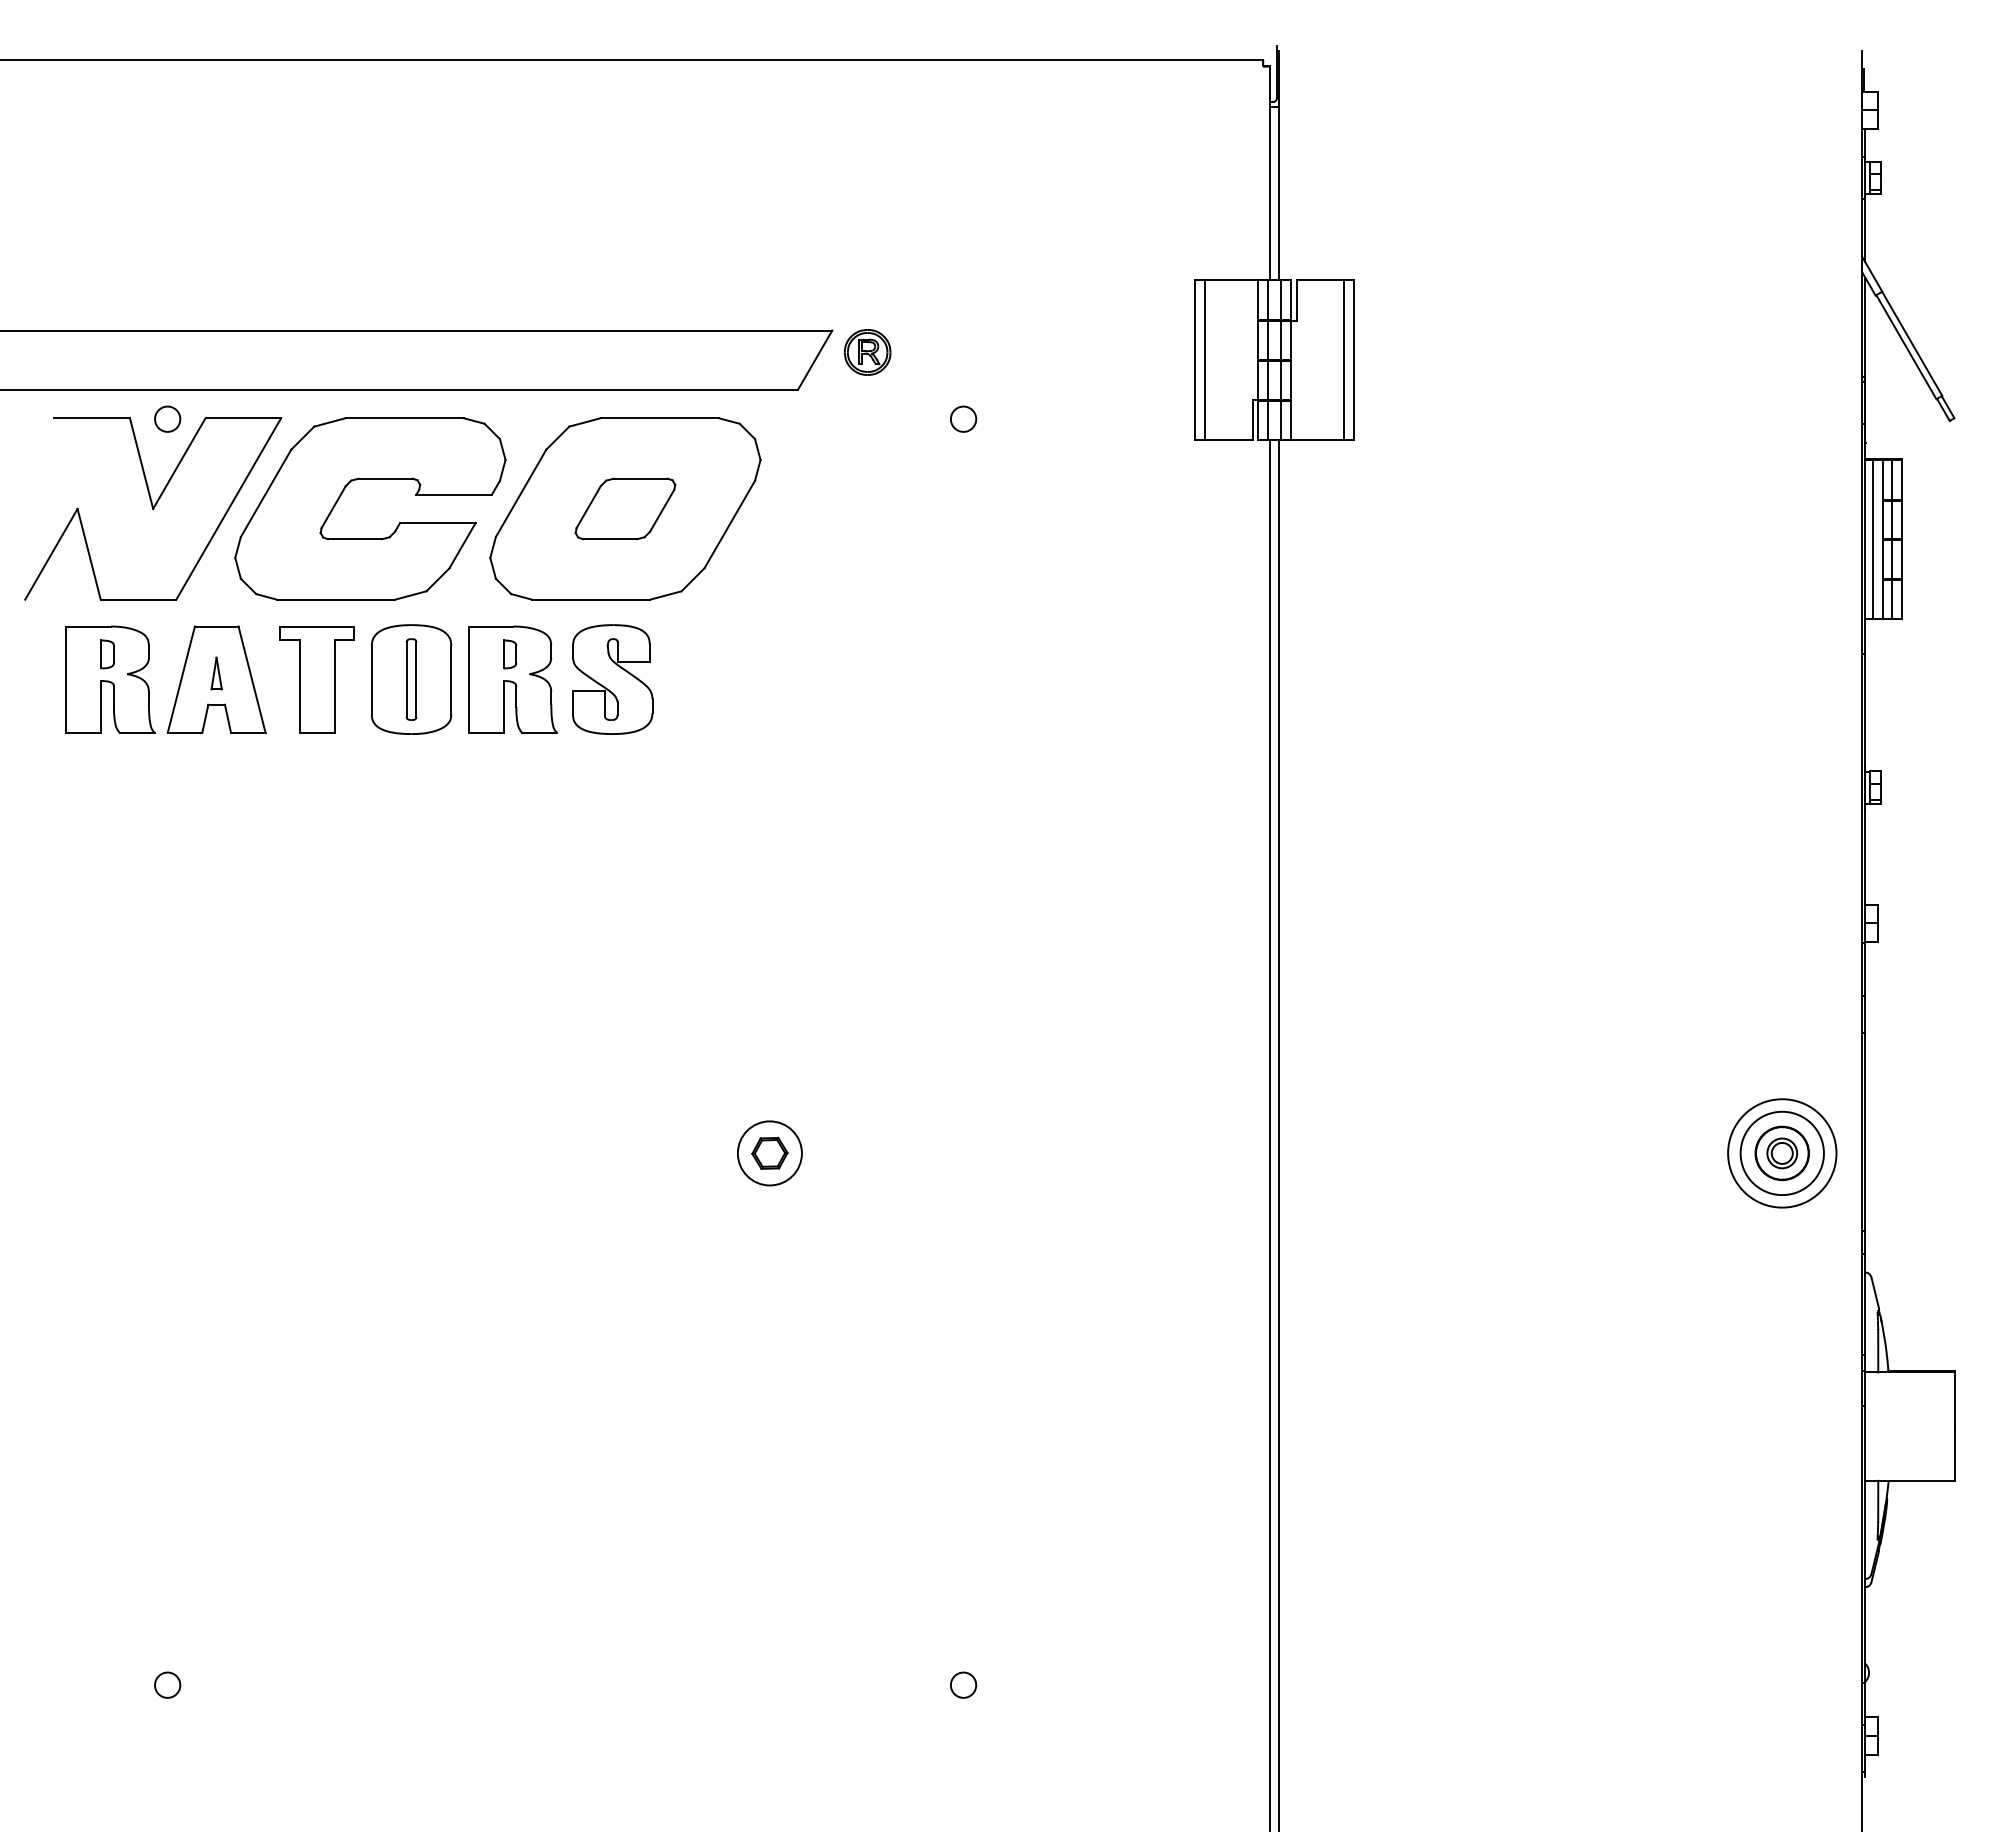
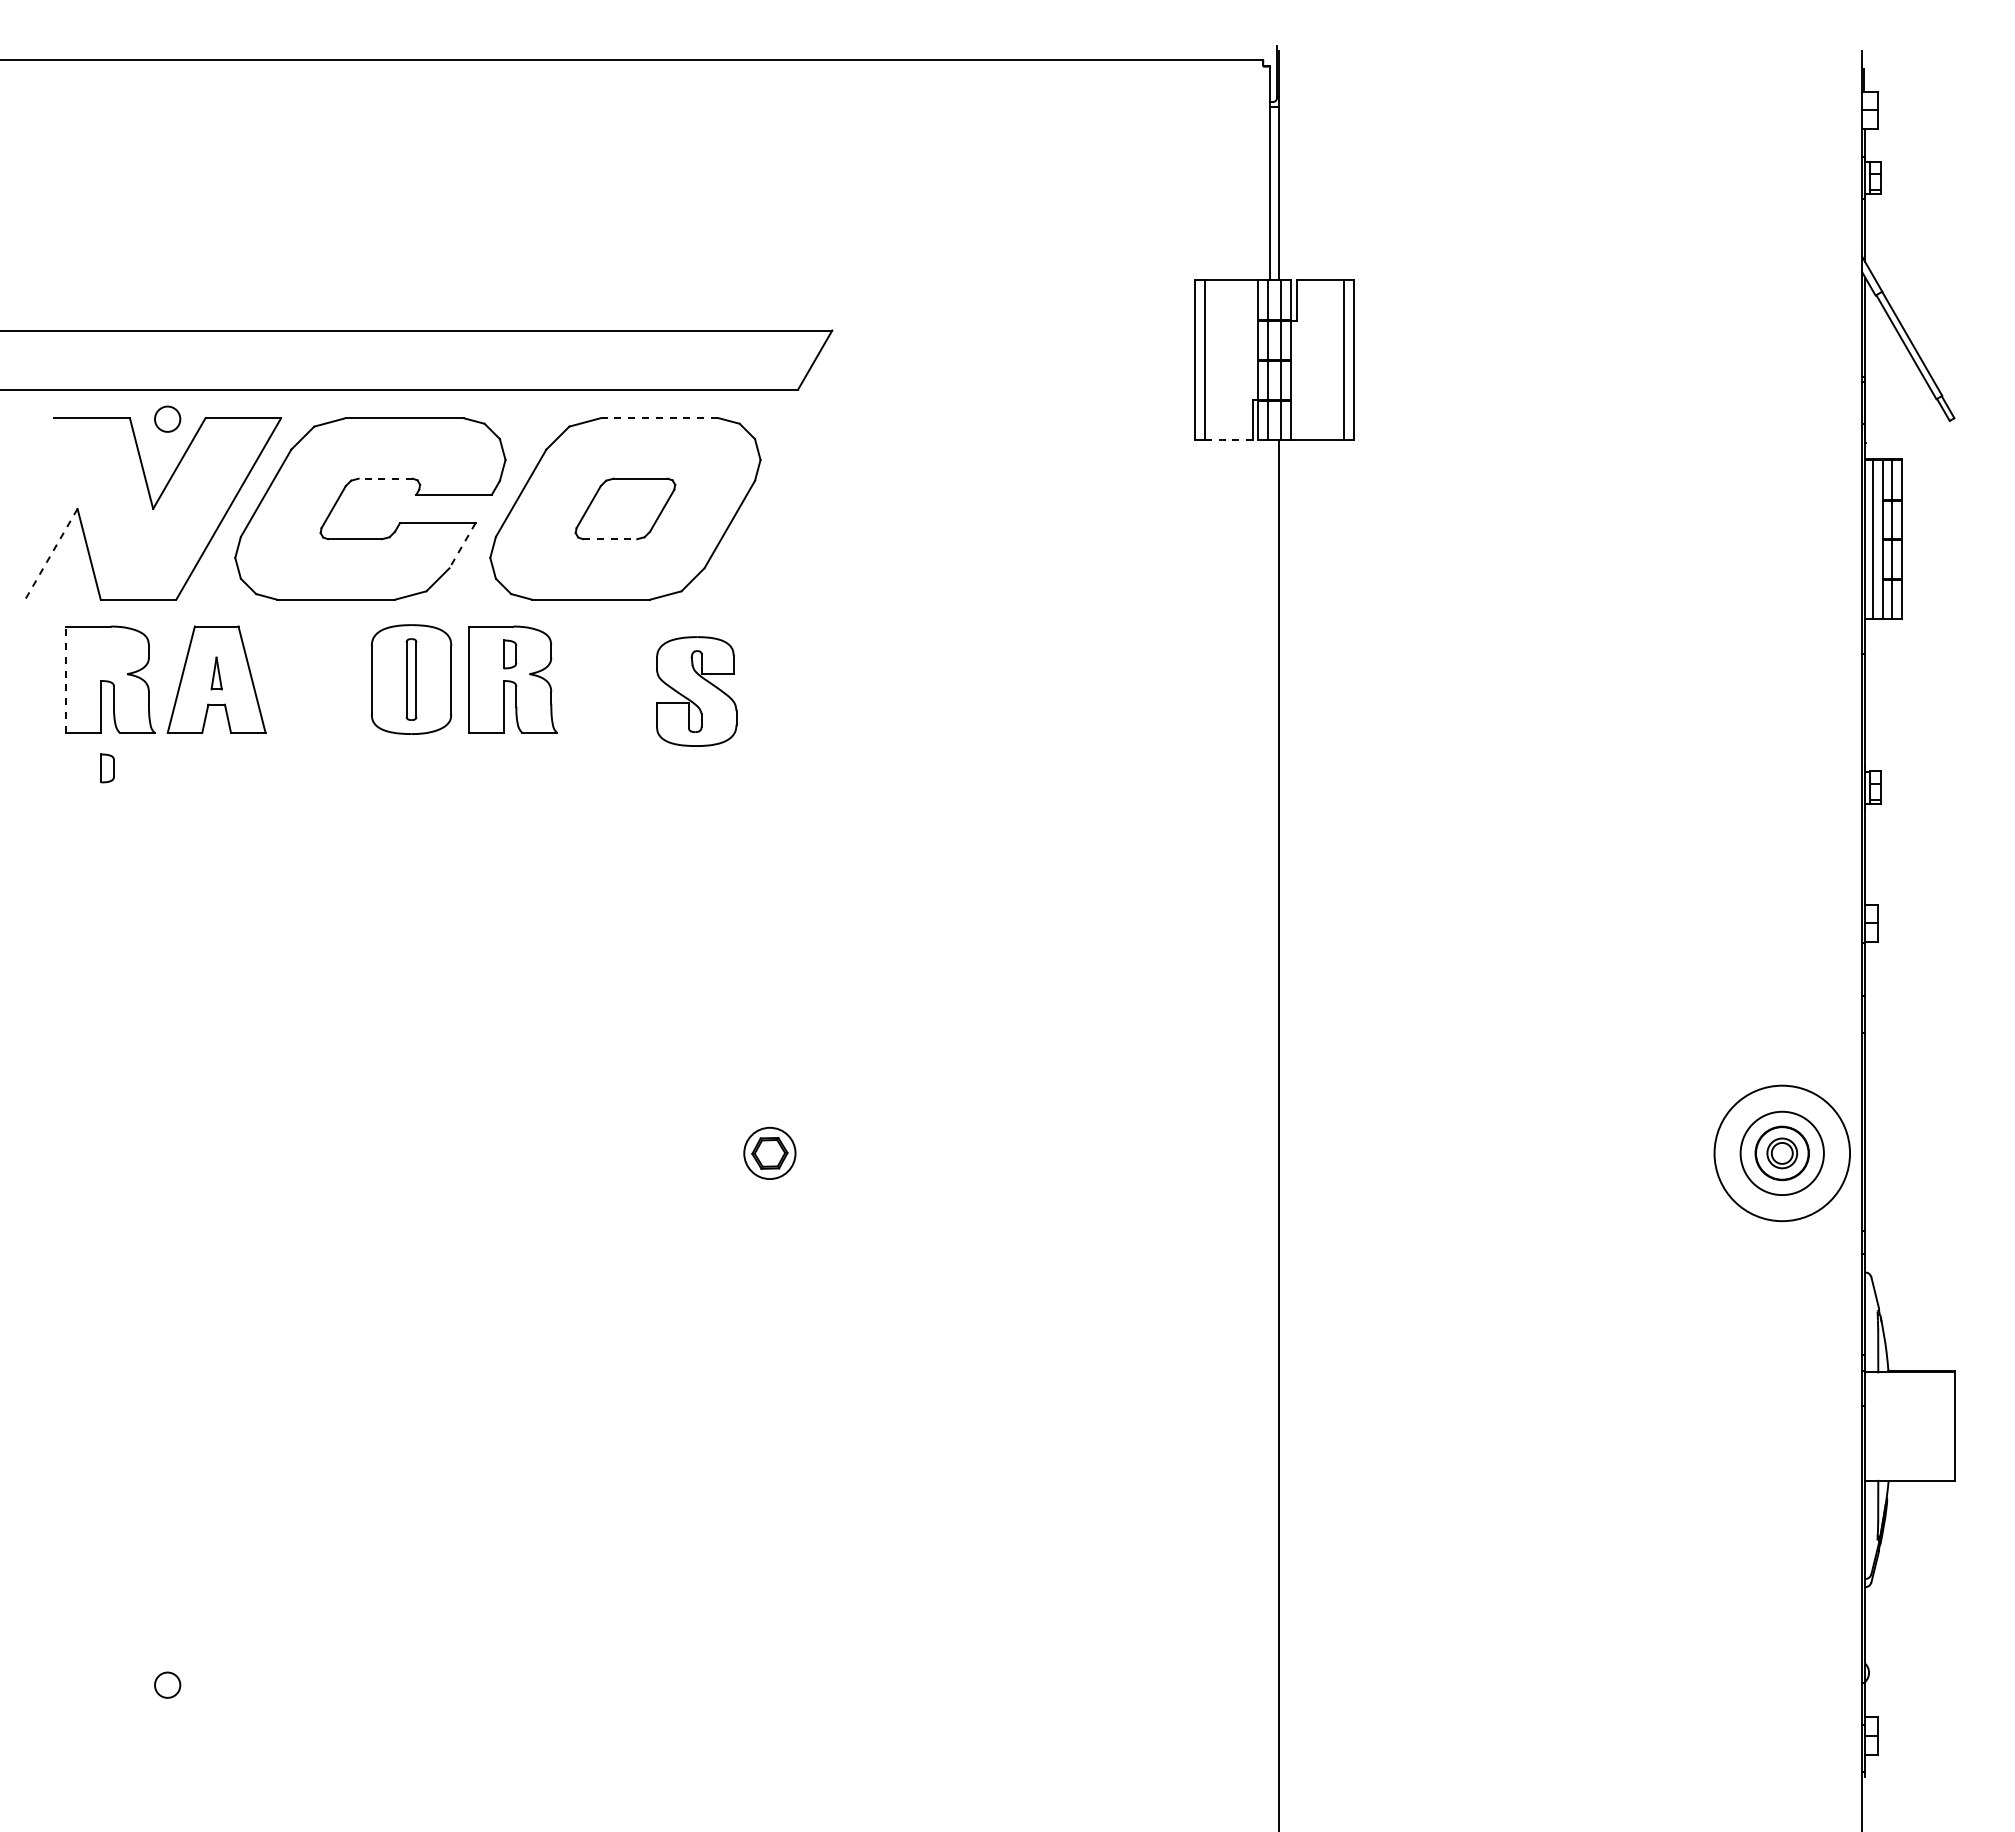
part at (867, 352): present -> none
line at (660, 418): solid -> dashed
circle at (963, 418): present -> none
line at (1228, 440): solid -> dashed
line at (385, 478): solid -> dashed
line at (610, 539): solid -> dashed
line at (462, 546): solid -> dashed
line at (51, 554): solid -> dashed
part at (107, 654) position: (107, 654) -> (107, 768)
line at (66, 679): solid -> dashed
part at (316, 679): present -> none
part at (612, 679) position: (612, 679) -> (696, 691)
line at (1270, 1134): present -> none
circle at (769, 1153) diameter: 64 px -> 51 px
circle at (1782, 1153) diameter: 108 px -> 135 px
circle at (963, 1684): present -> none
